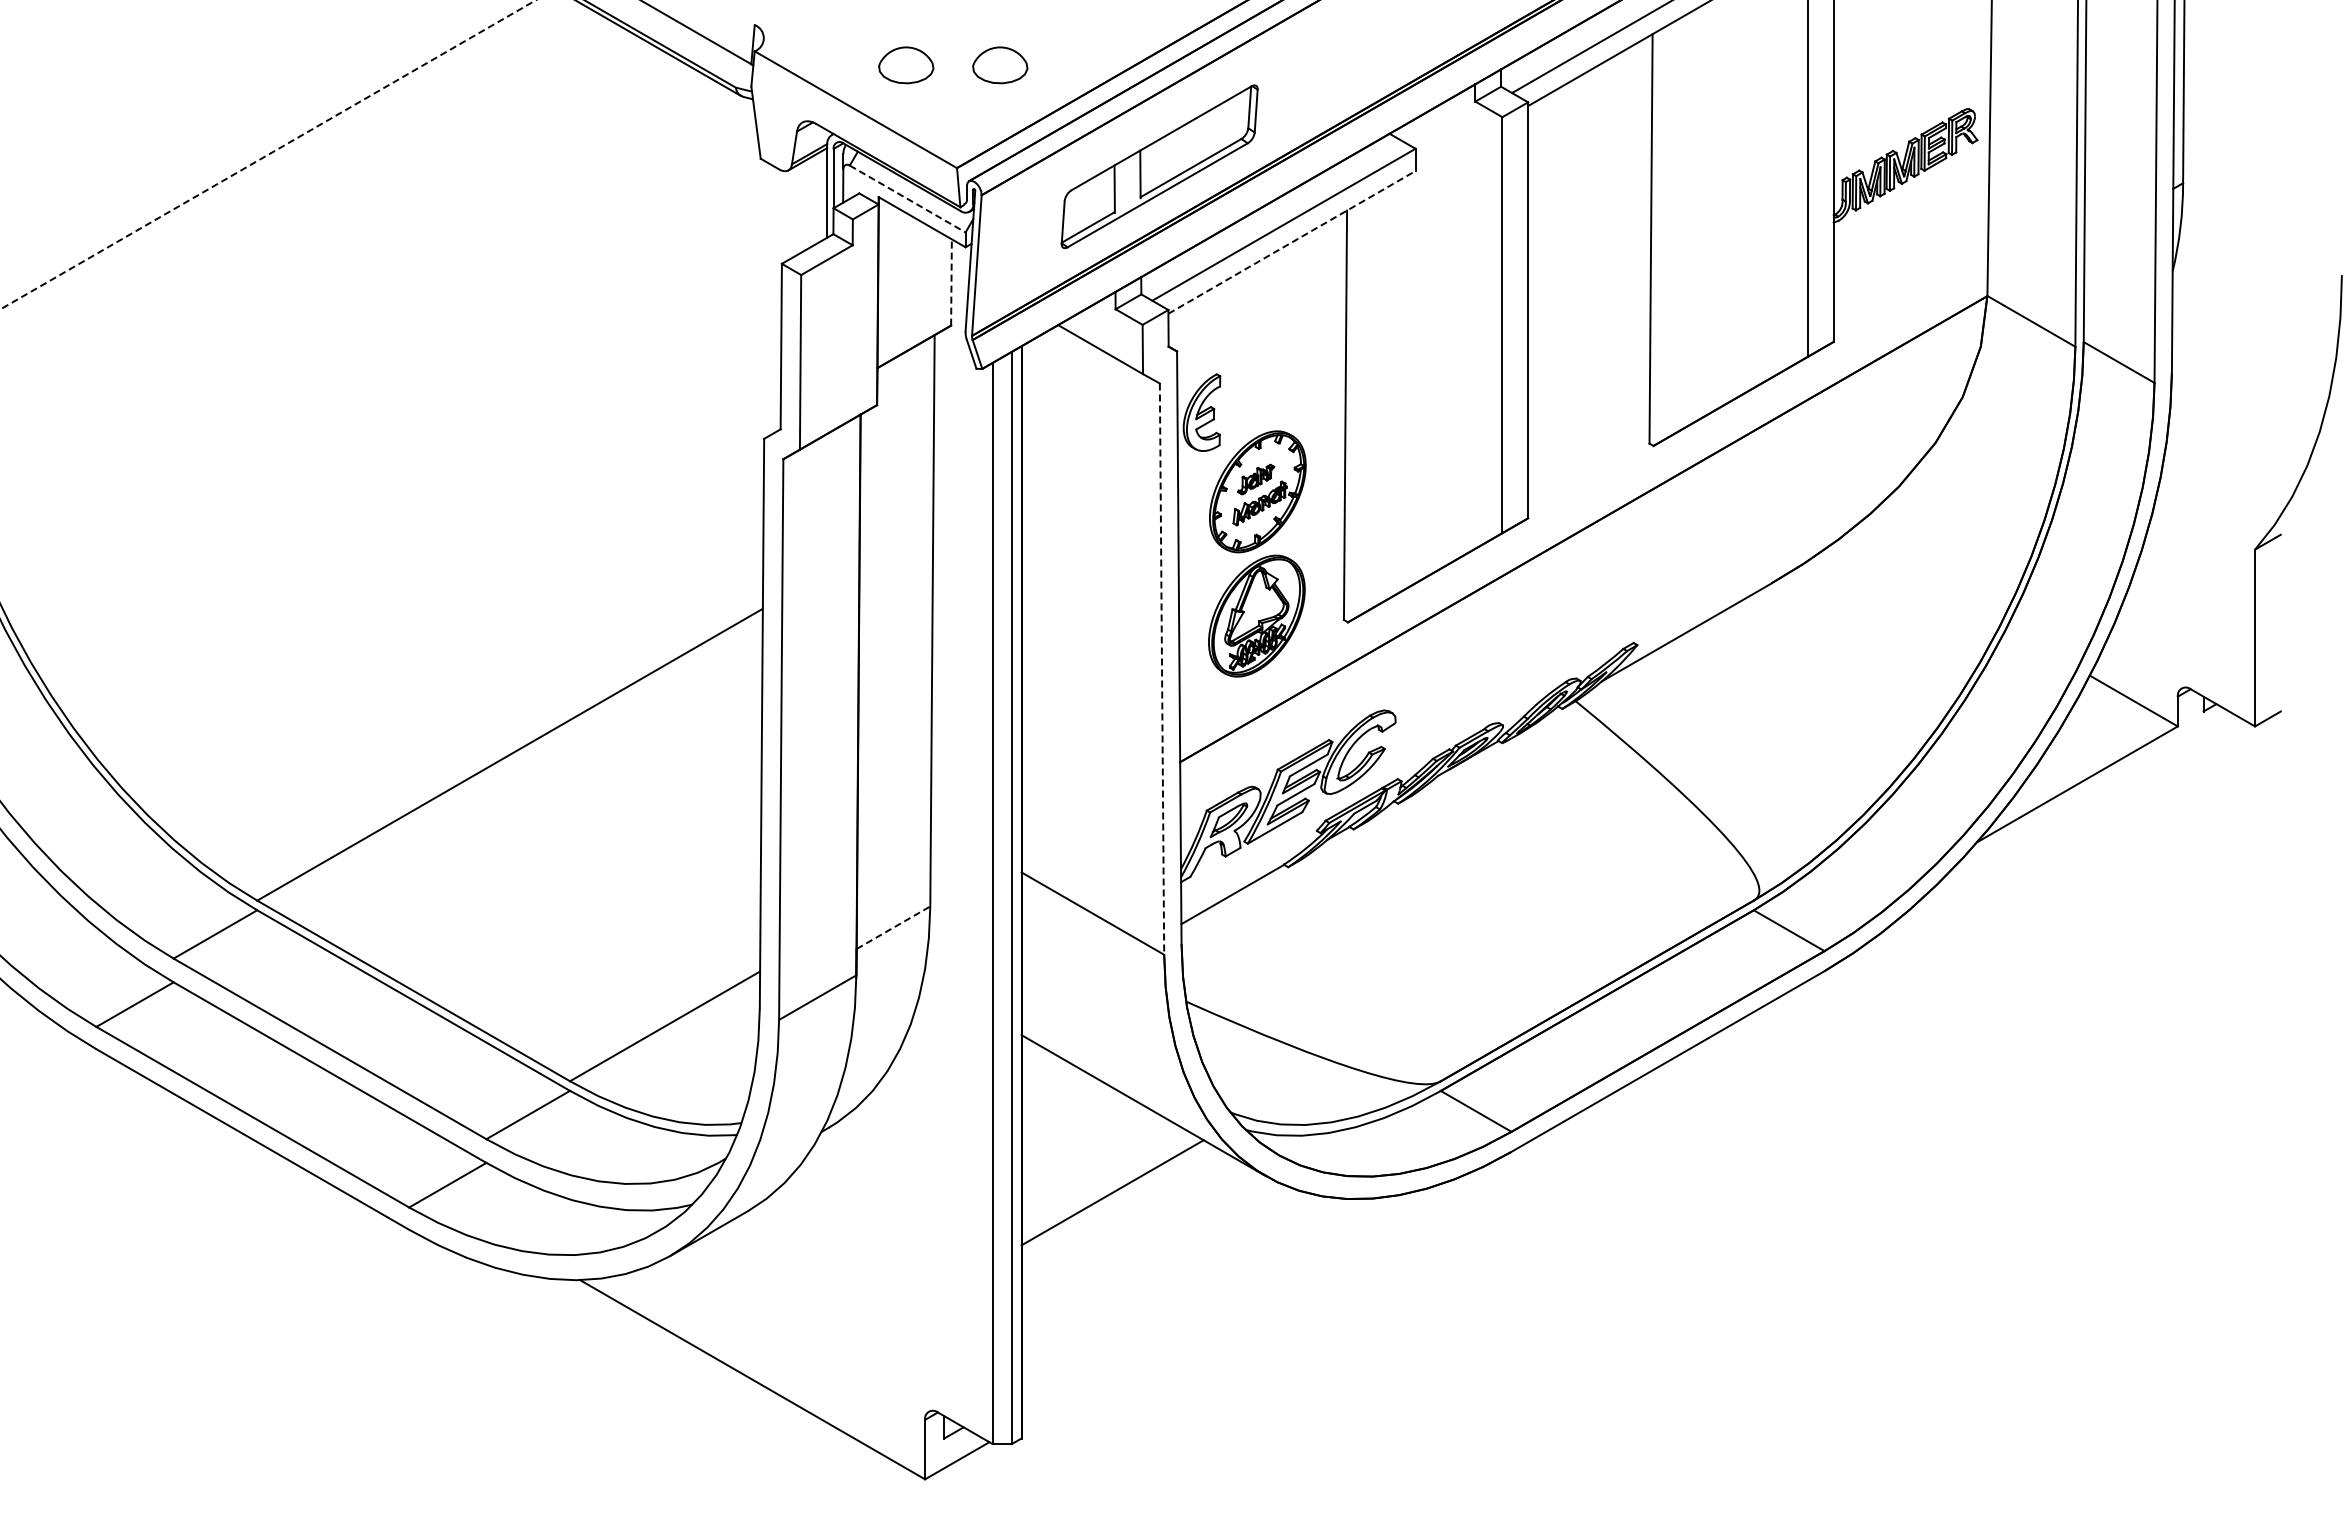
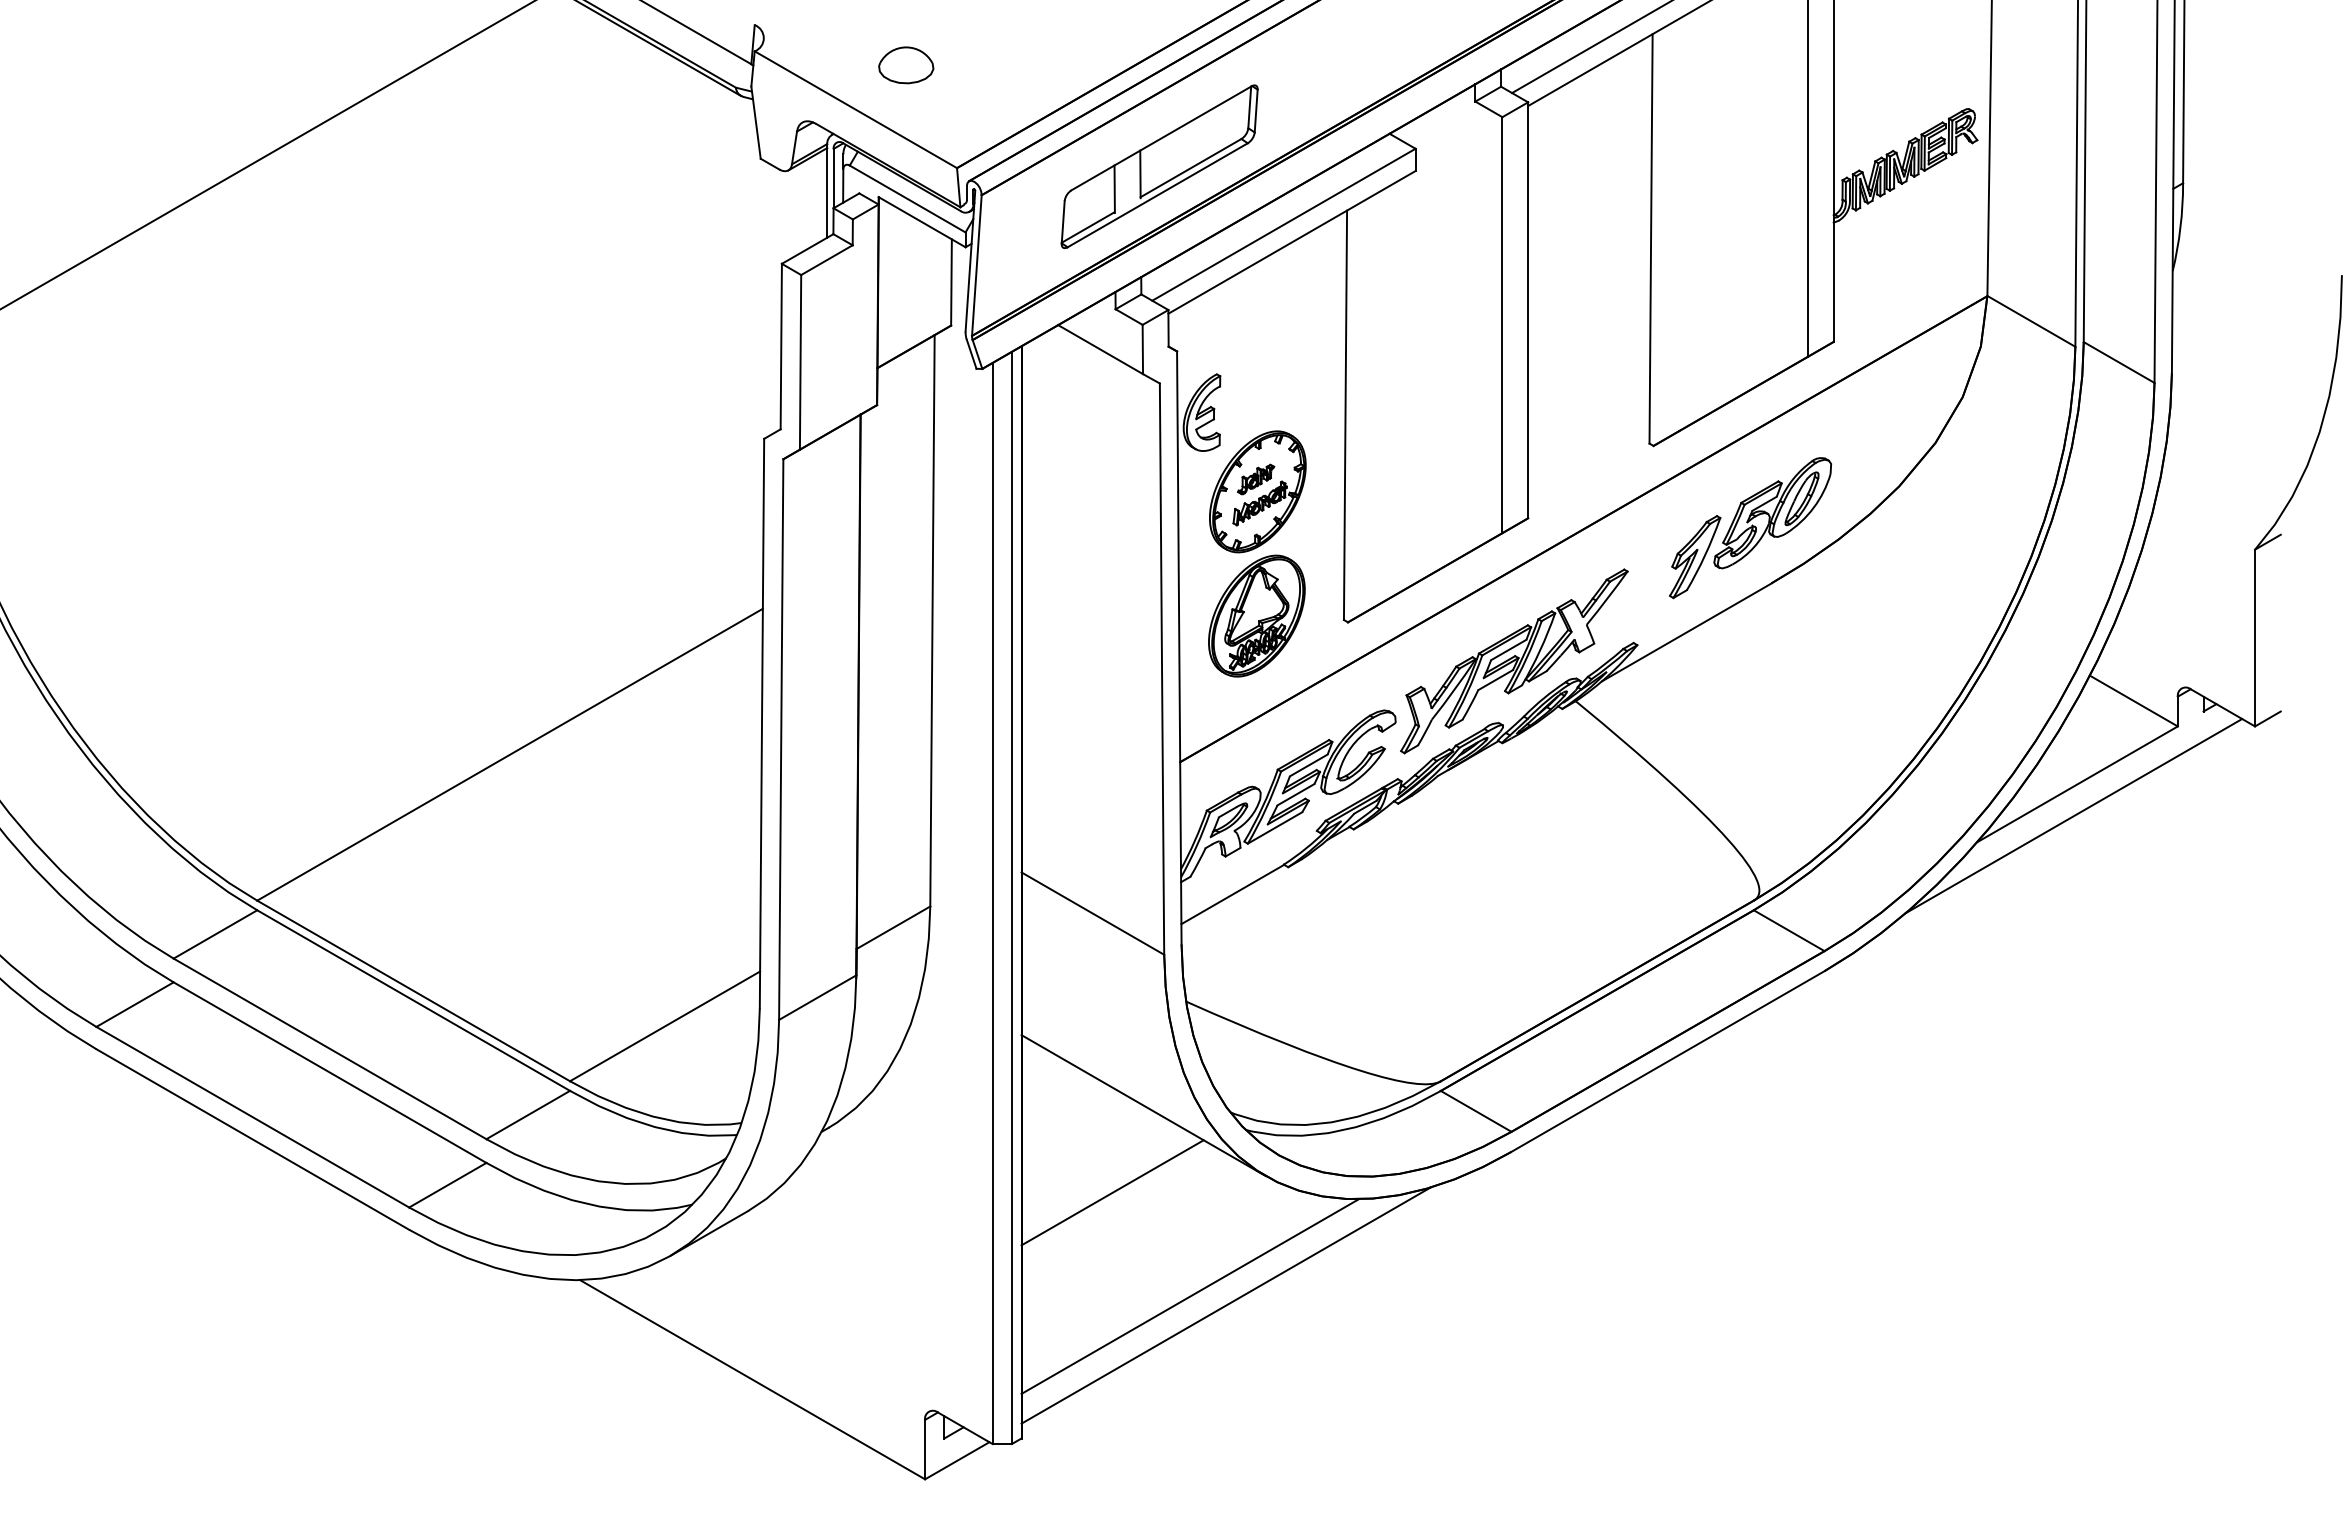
part at (1000, 65): present -> none
line at (268, 154): dashed -> solid
line at (907, 199): dashed -> solid
line at (1291, 242): dashed -> solid
line at (951, 282): dashed -> solid
part at (1749, 528): none -> present
part at (1514, 661): none -> present
line at (1162, 669): dashed -> solid
line at (2073, 815): none -> present
line at (893, 927): dashed -> solid
line at (1189, 1296): none -> present
line at (1225, 1305): none -> present
